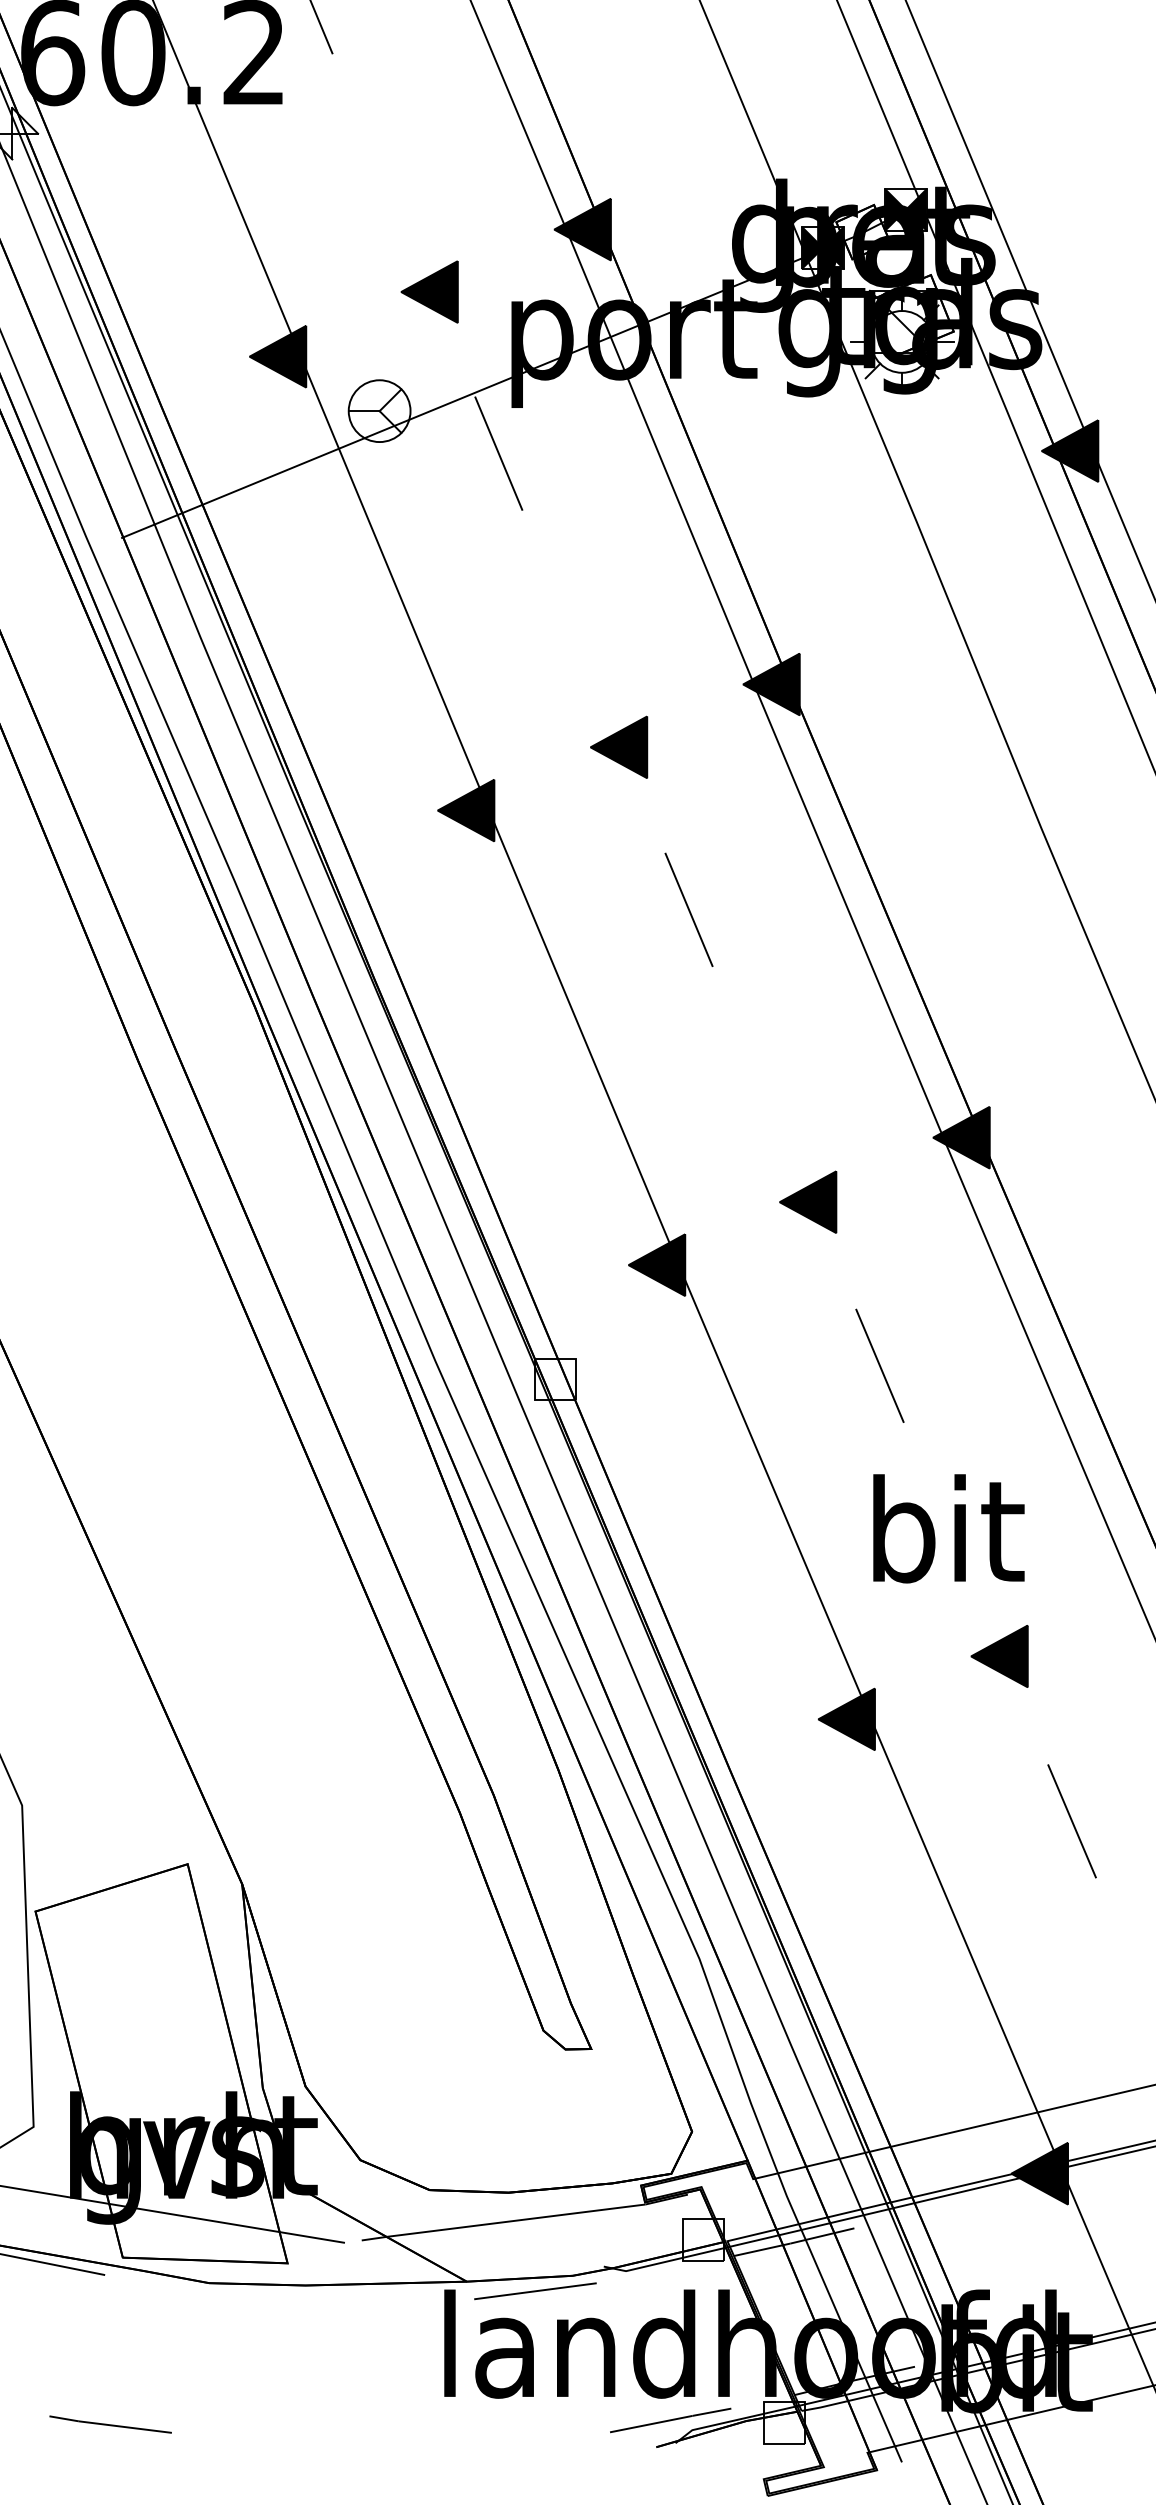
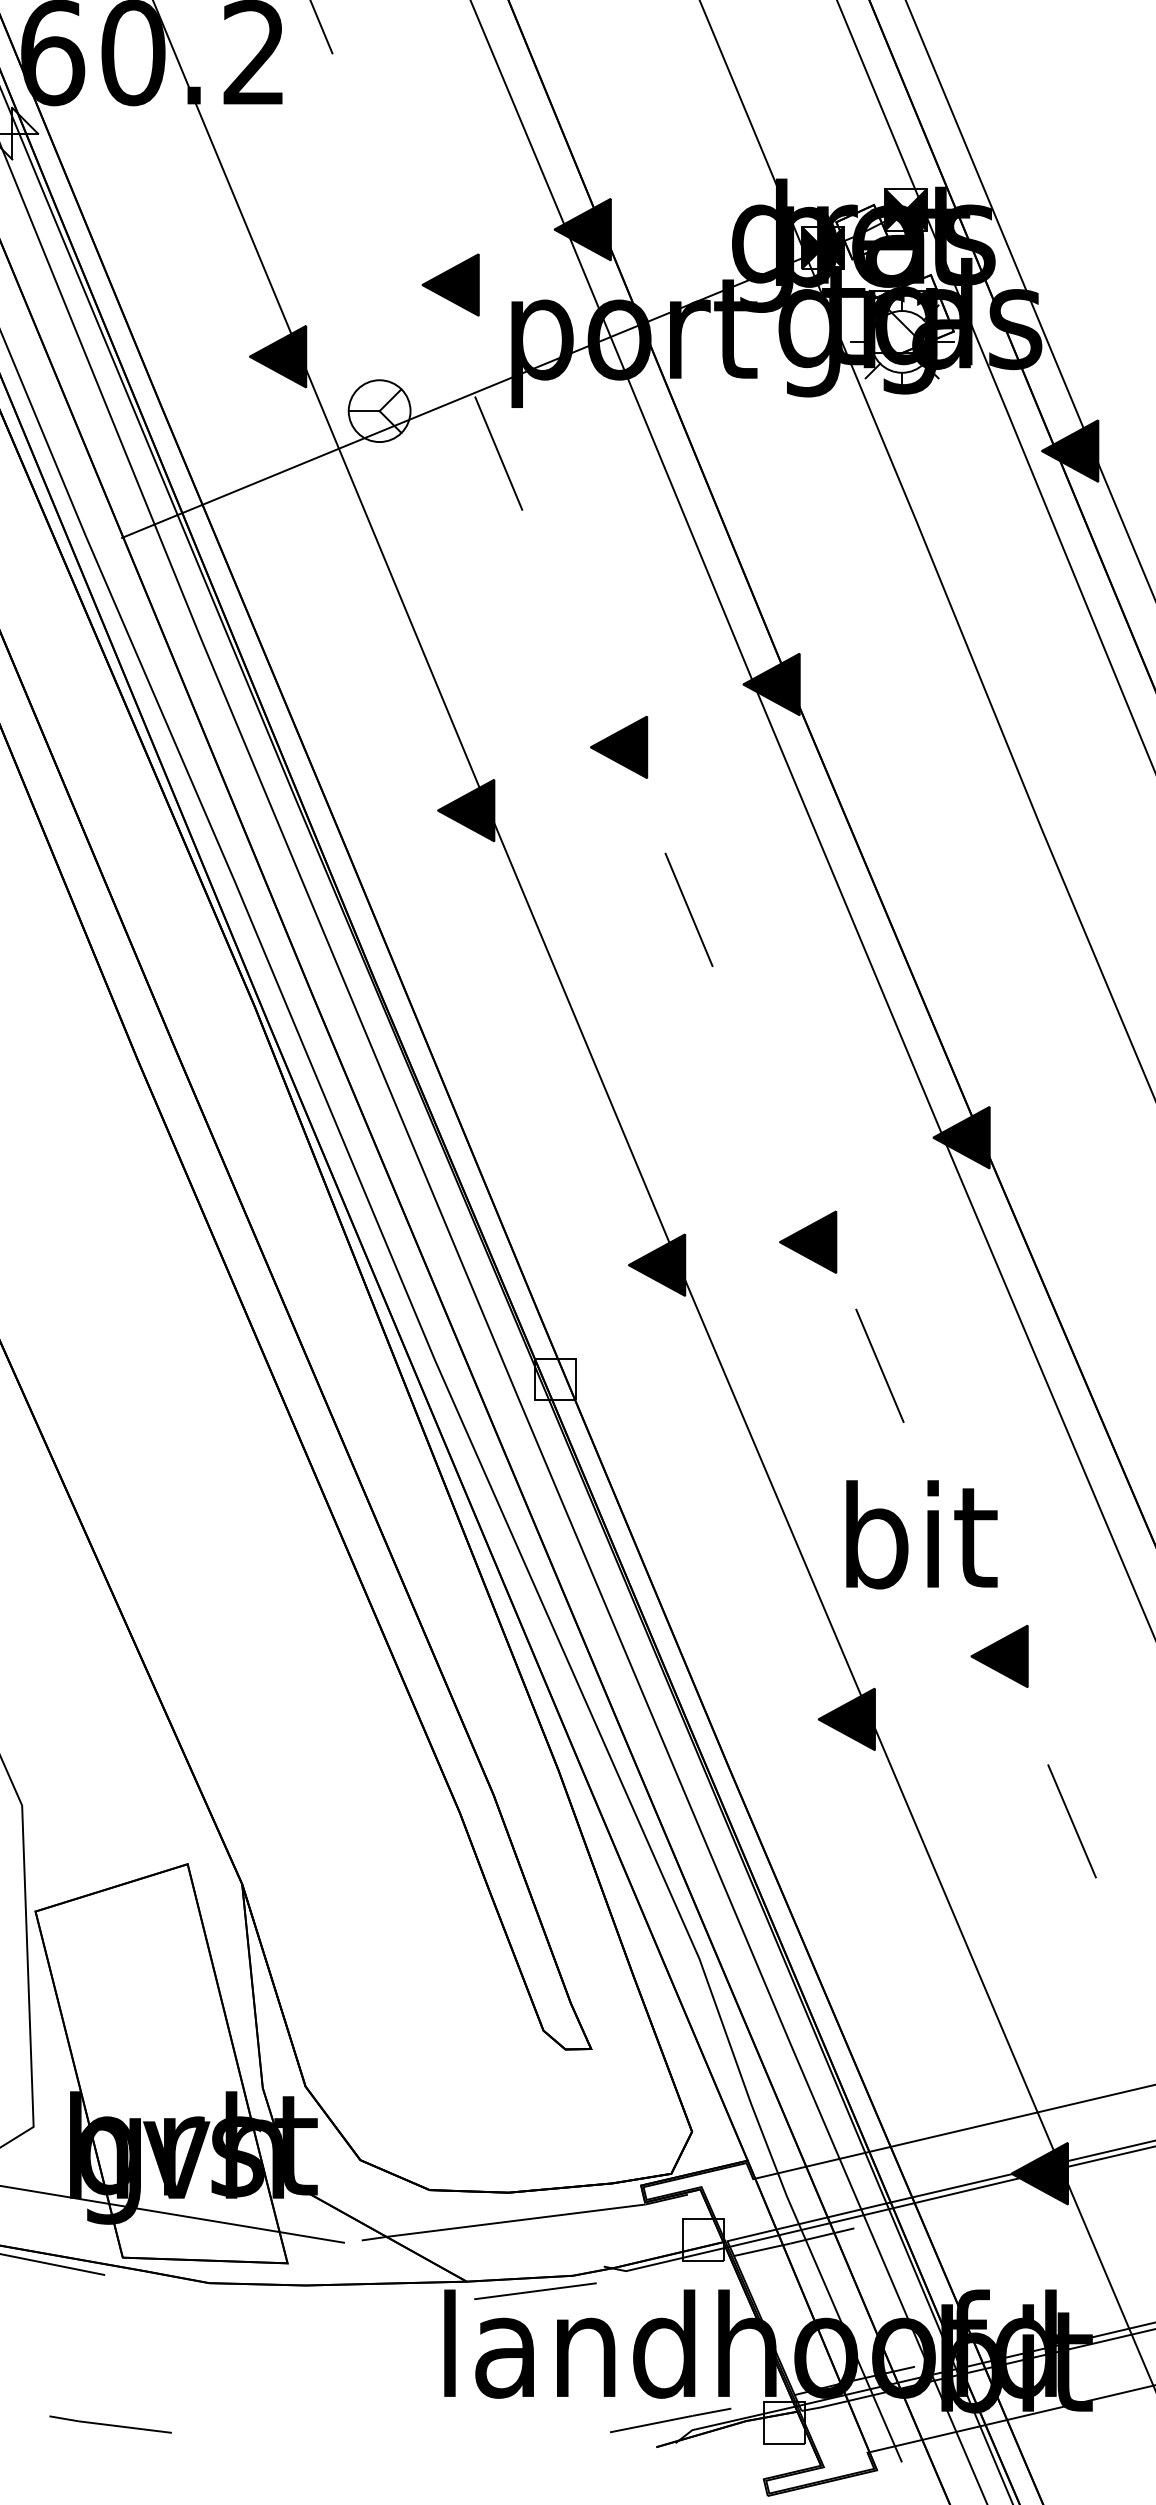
part at (429, 291) position: (429, 291) -> (450, 284)
part at (808, 1201) position: (808, 1201) -> (808, 1241)
text at (948, 1528) position: (948, 1528) -> (921, 1534)
